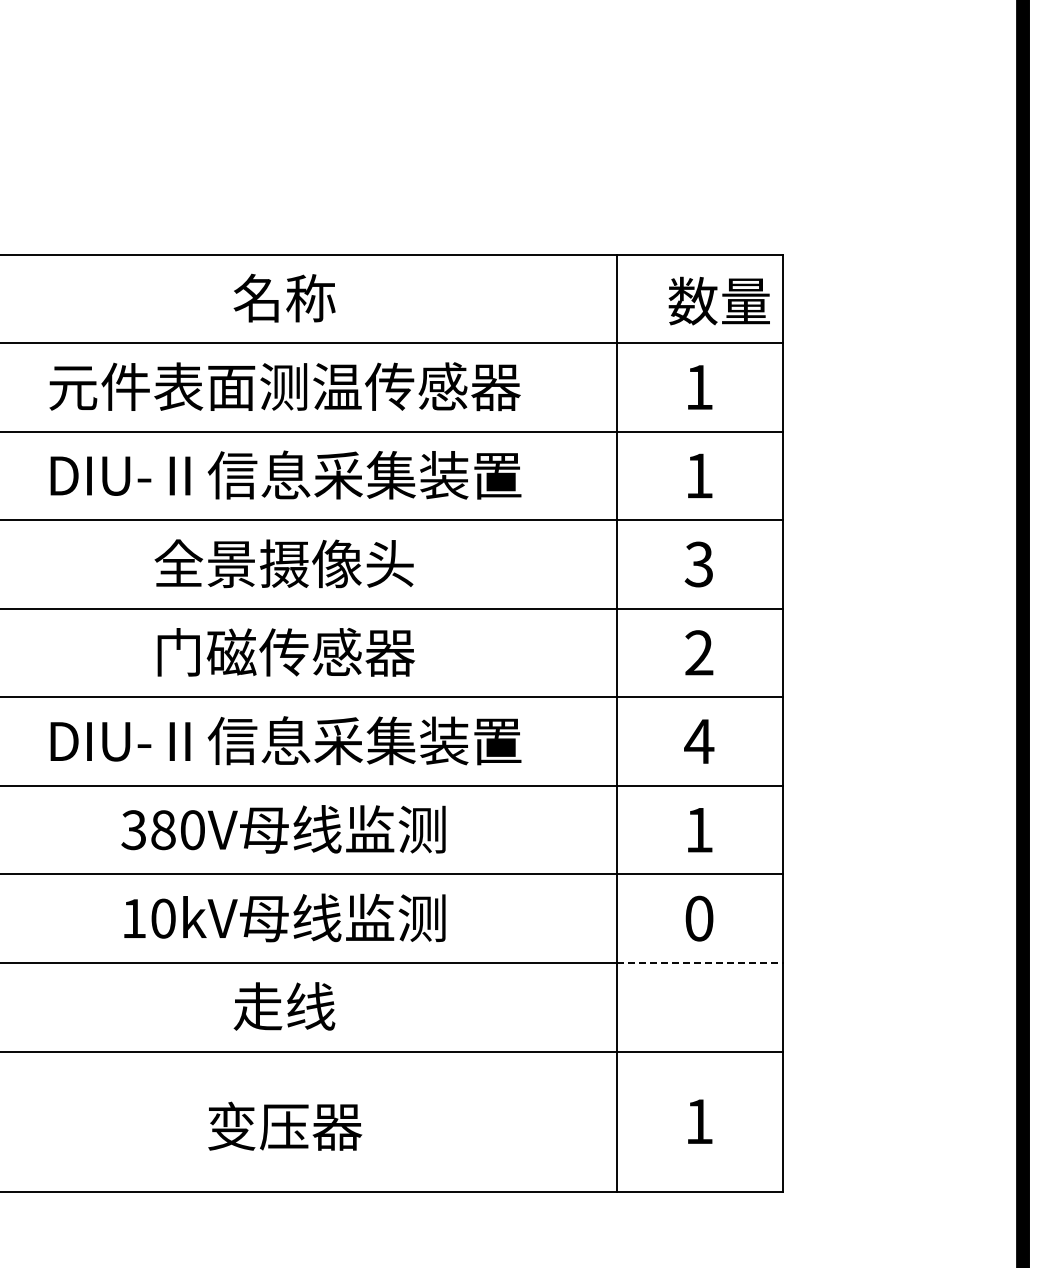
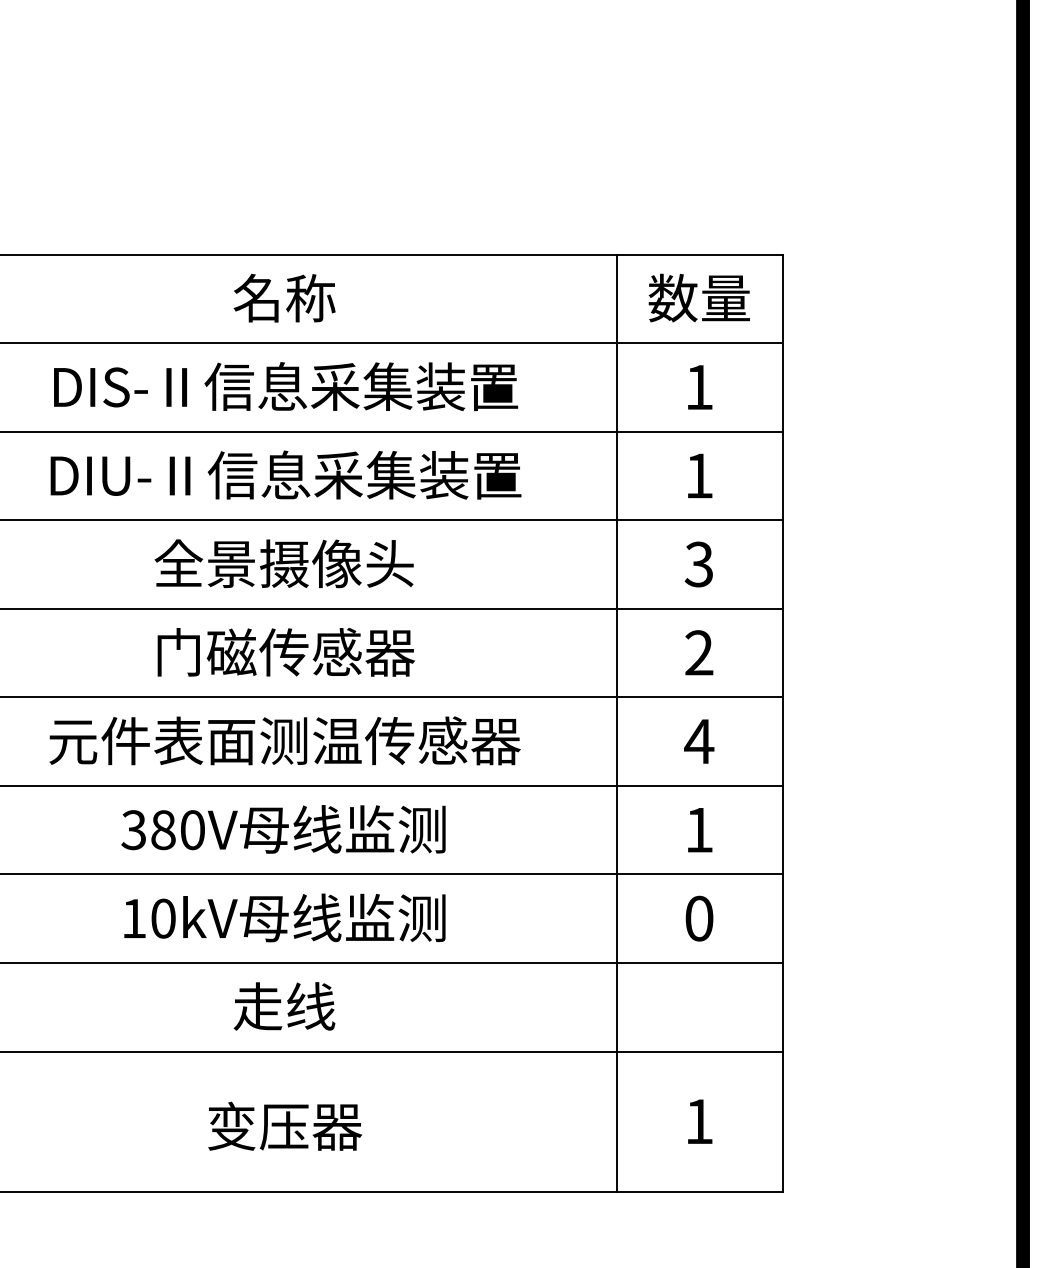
text at (718, 300) position: (718, 300) -> (698, 297)
text at (284, 386): 元件表面测温传感器 -> DIS-Ⅱ信息采集装置
text at (285, 740): DIU-Ⅱ信息采集装置 -> 元件表面测温传感器
line at (700, 962): dashed -> solid
